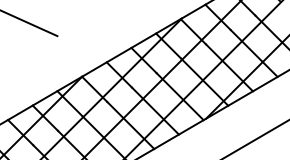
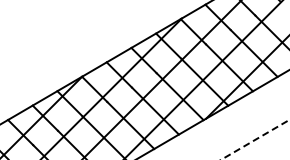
line at (29, 23): present -> none
line at (255, 139): solid -> dashed
